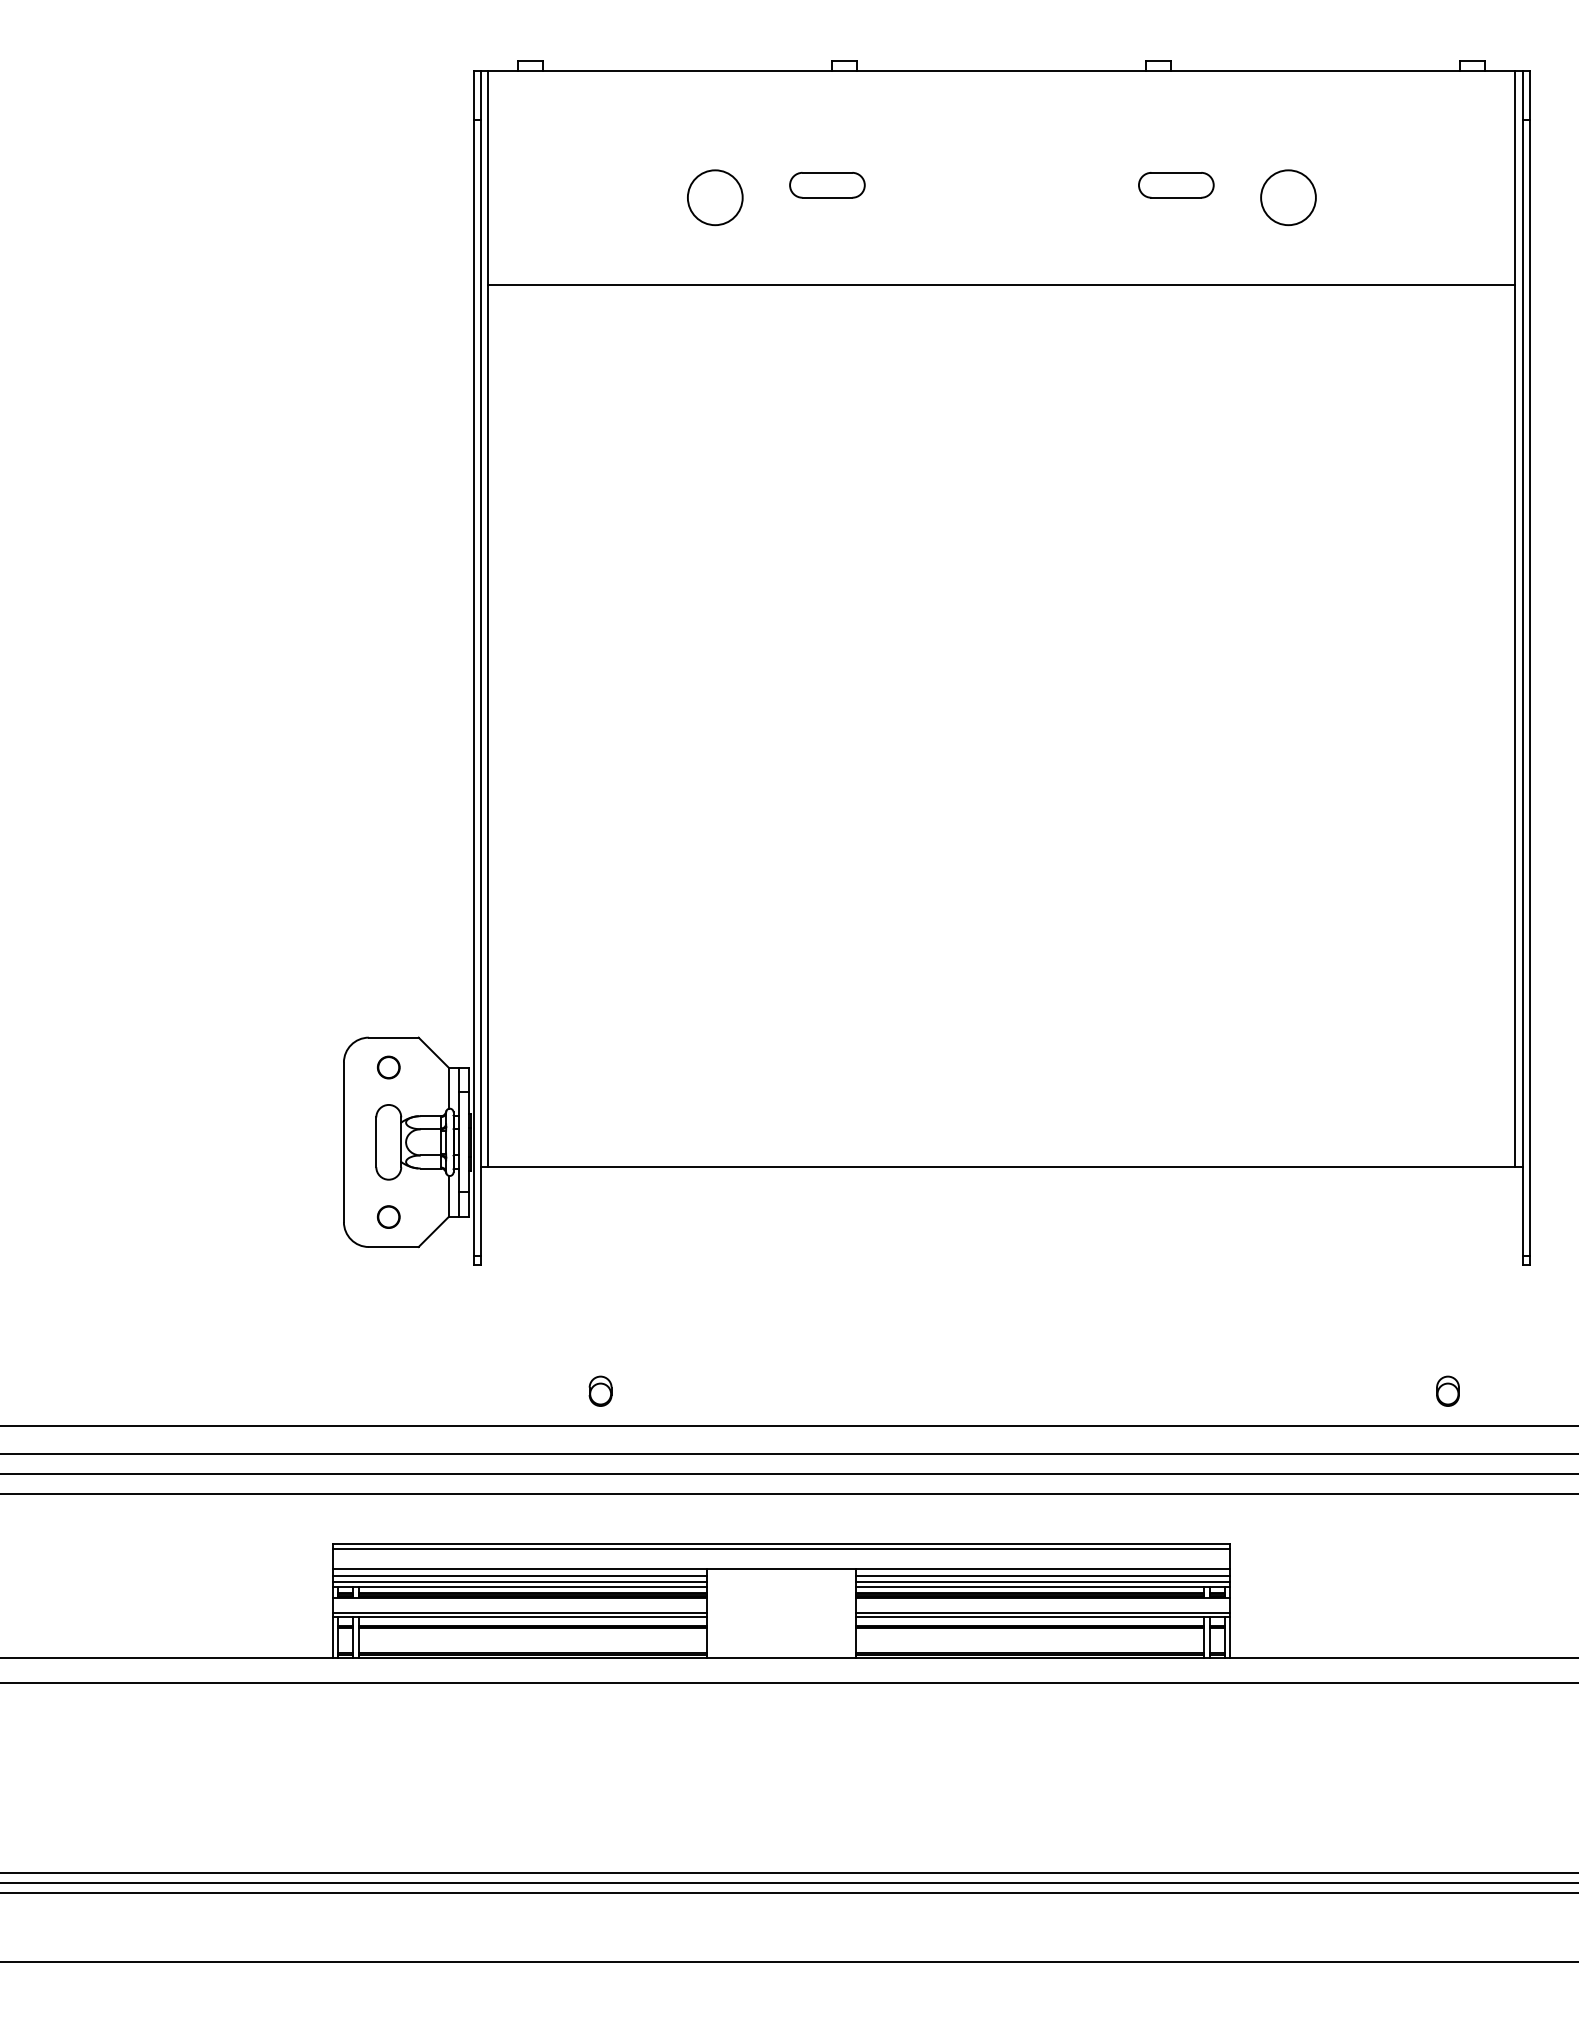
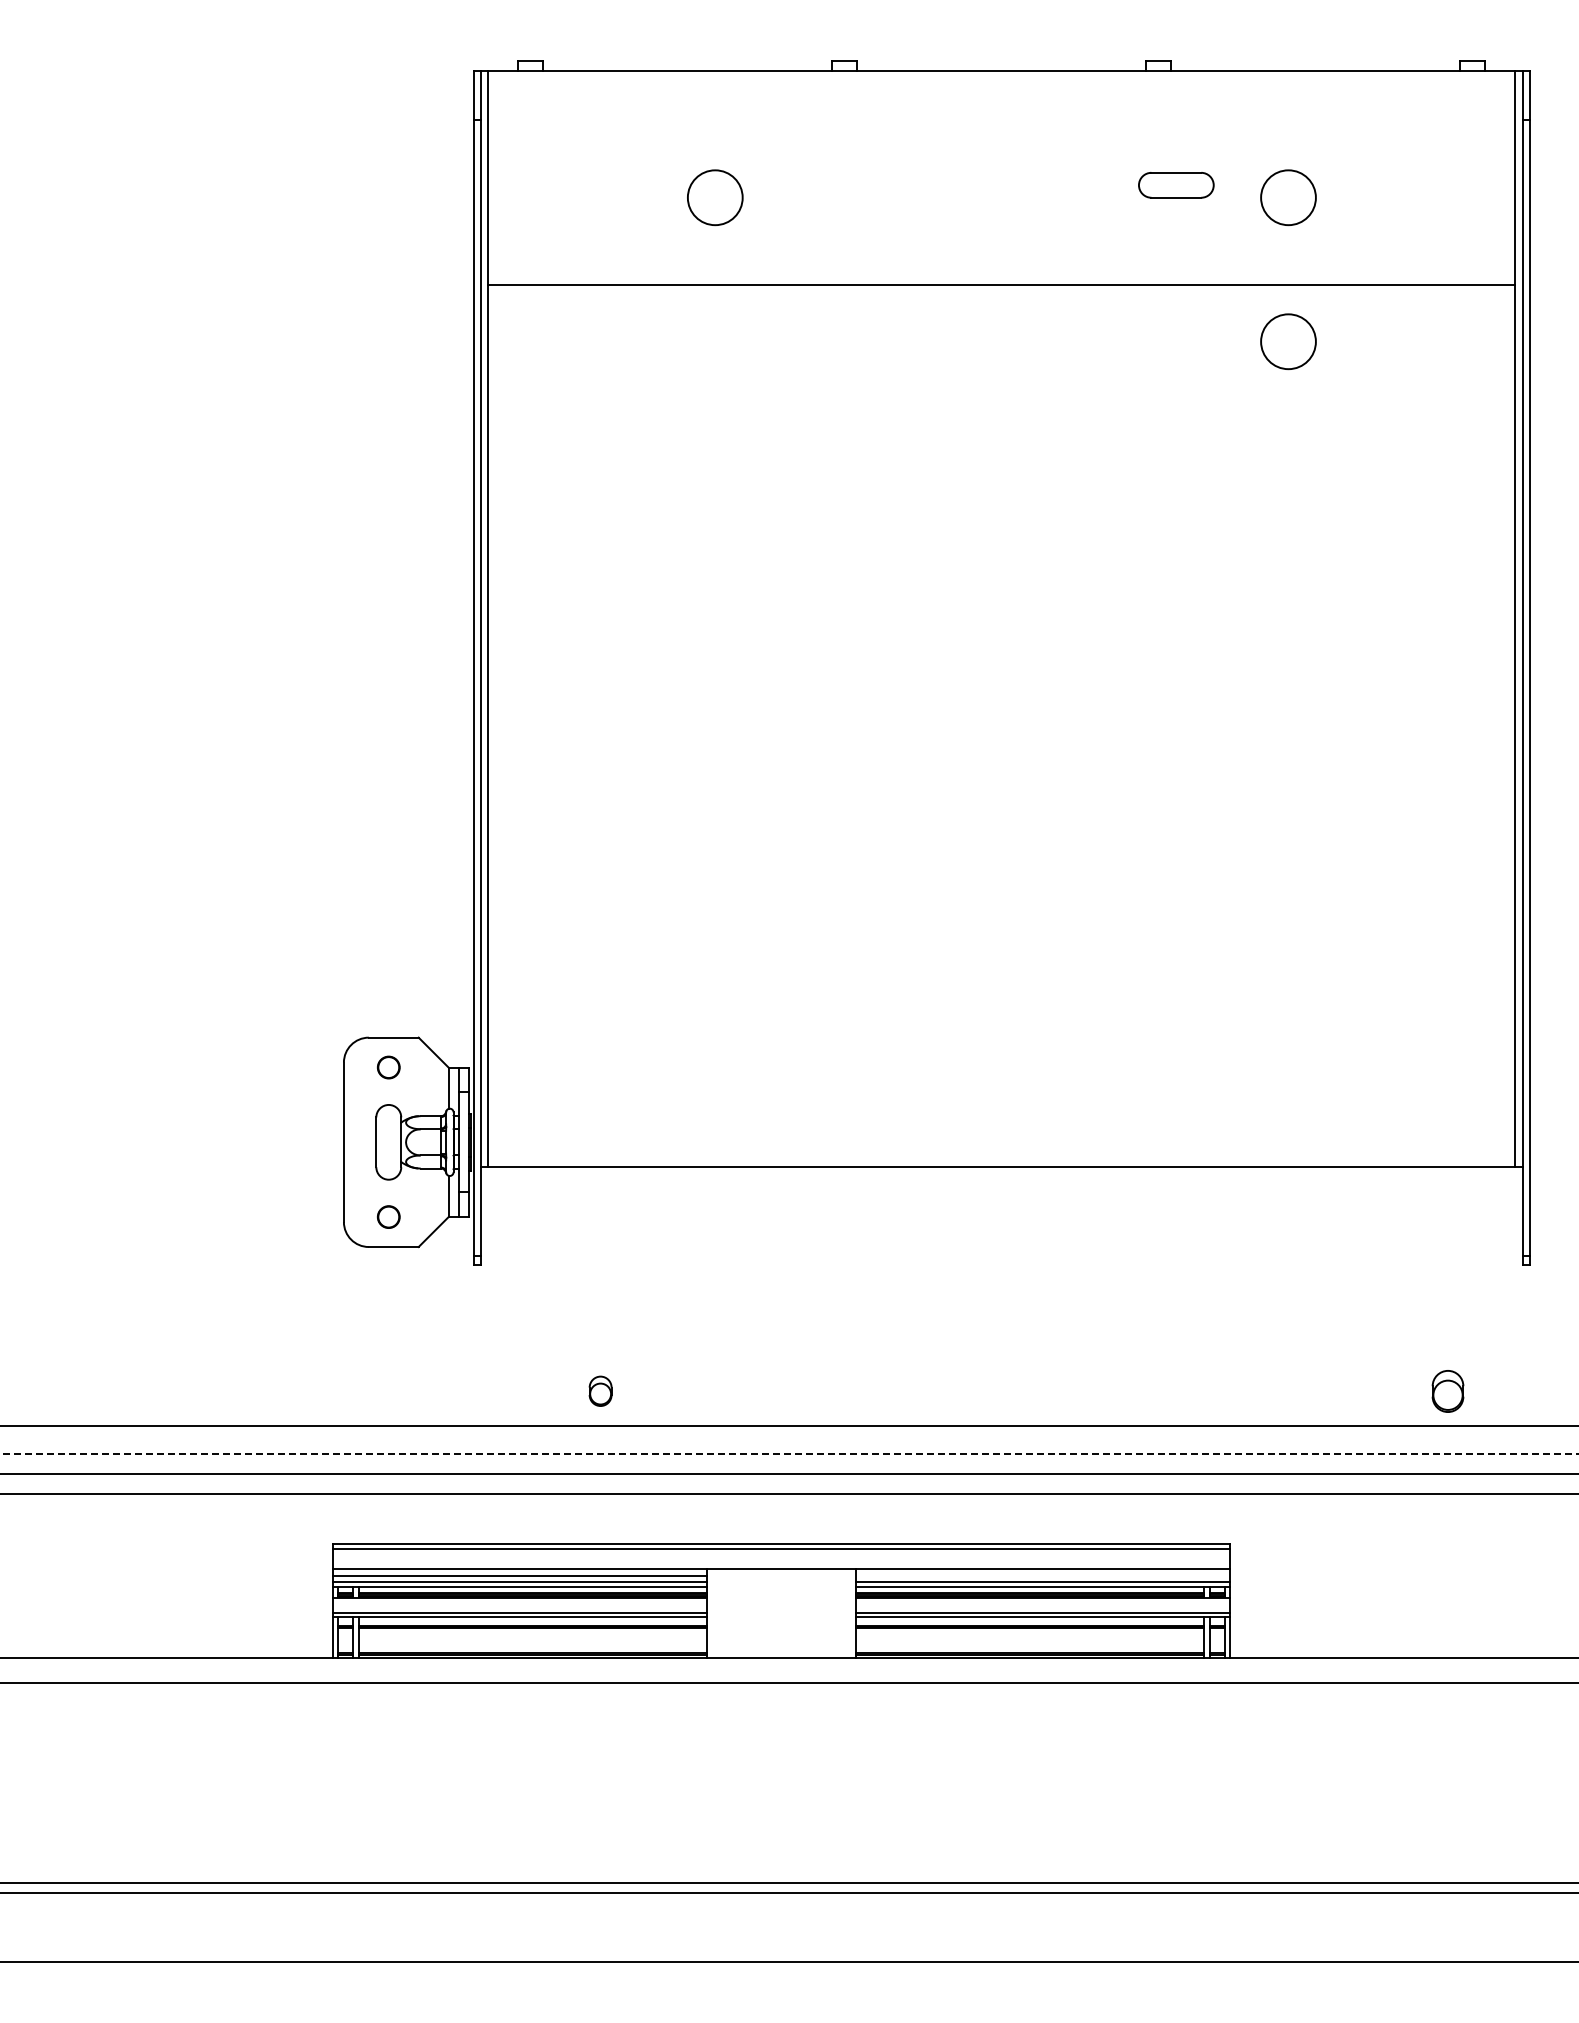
part at (827, 185): present -> none
circle at (1288, 341): none -> present
part at (1447, 1390) size: 24x32 px -> 34x43 px
line at (789, 1453): solid -> dashed
line at (1042, 1576): present -> none
line at (788, 1872): present -> none
